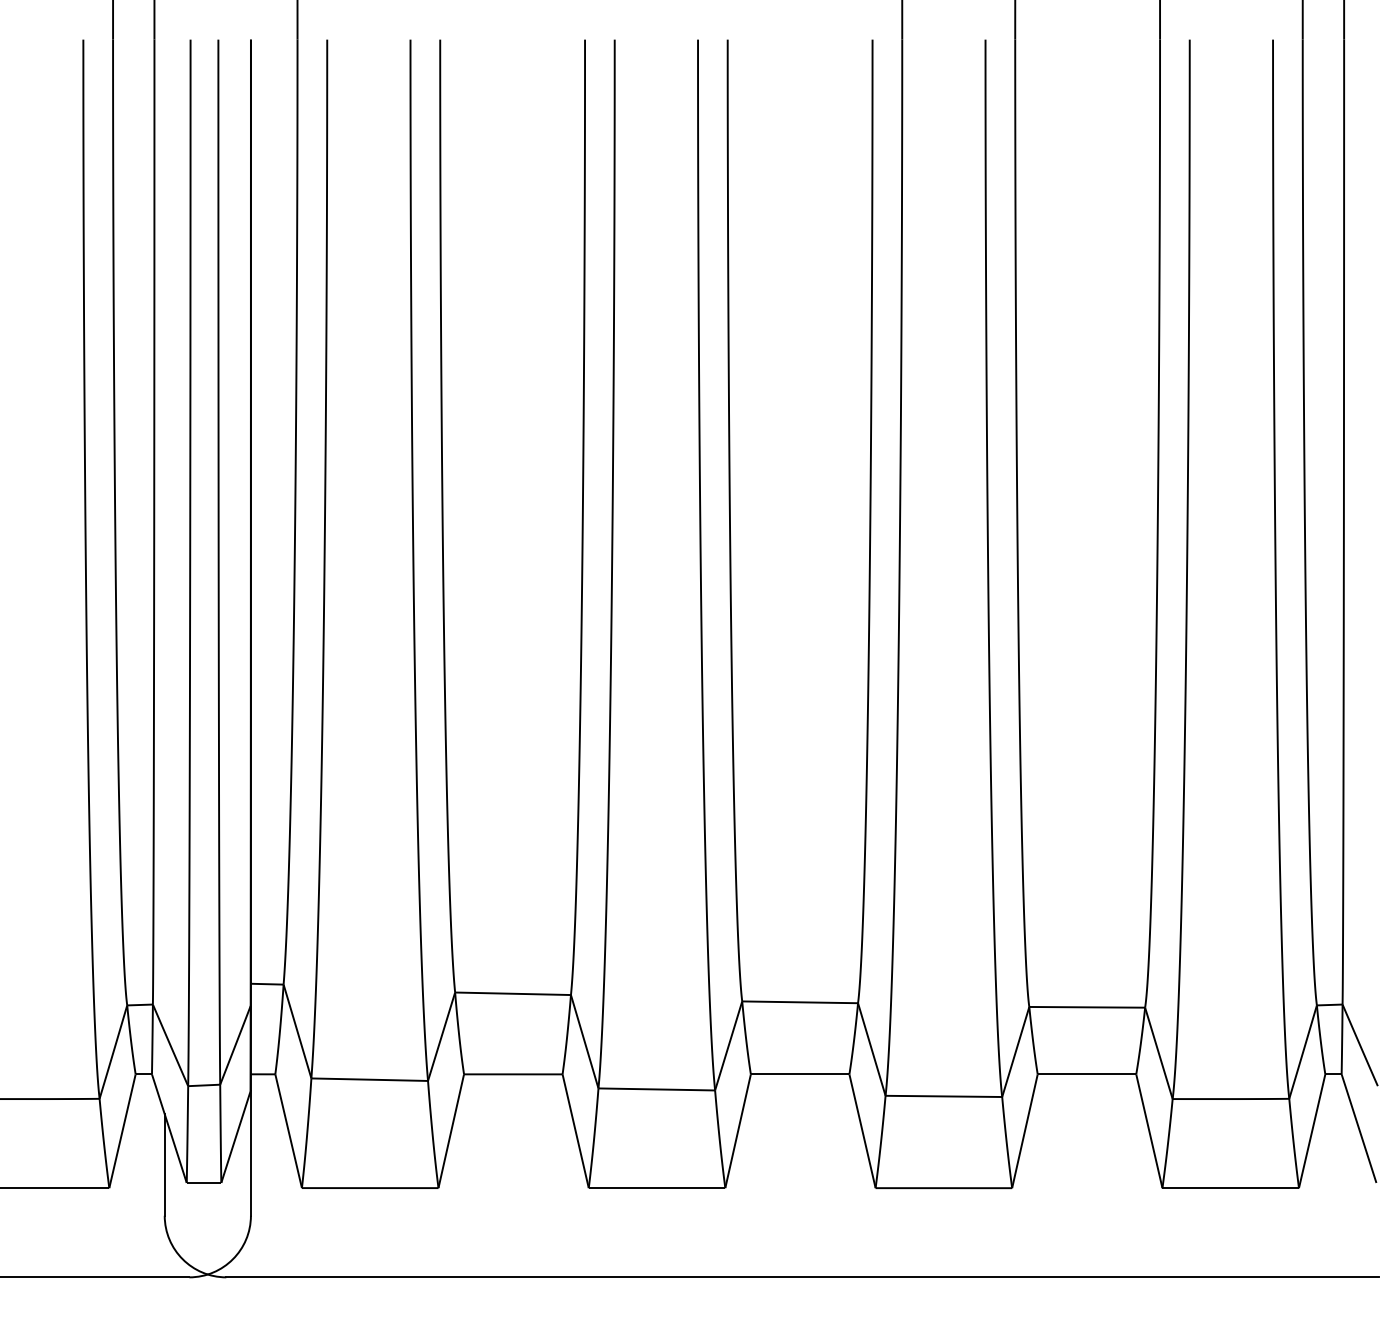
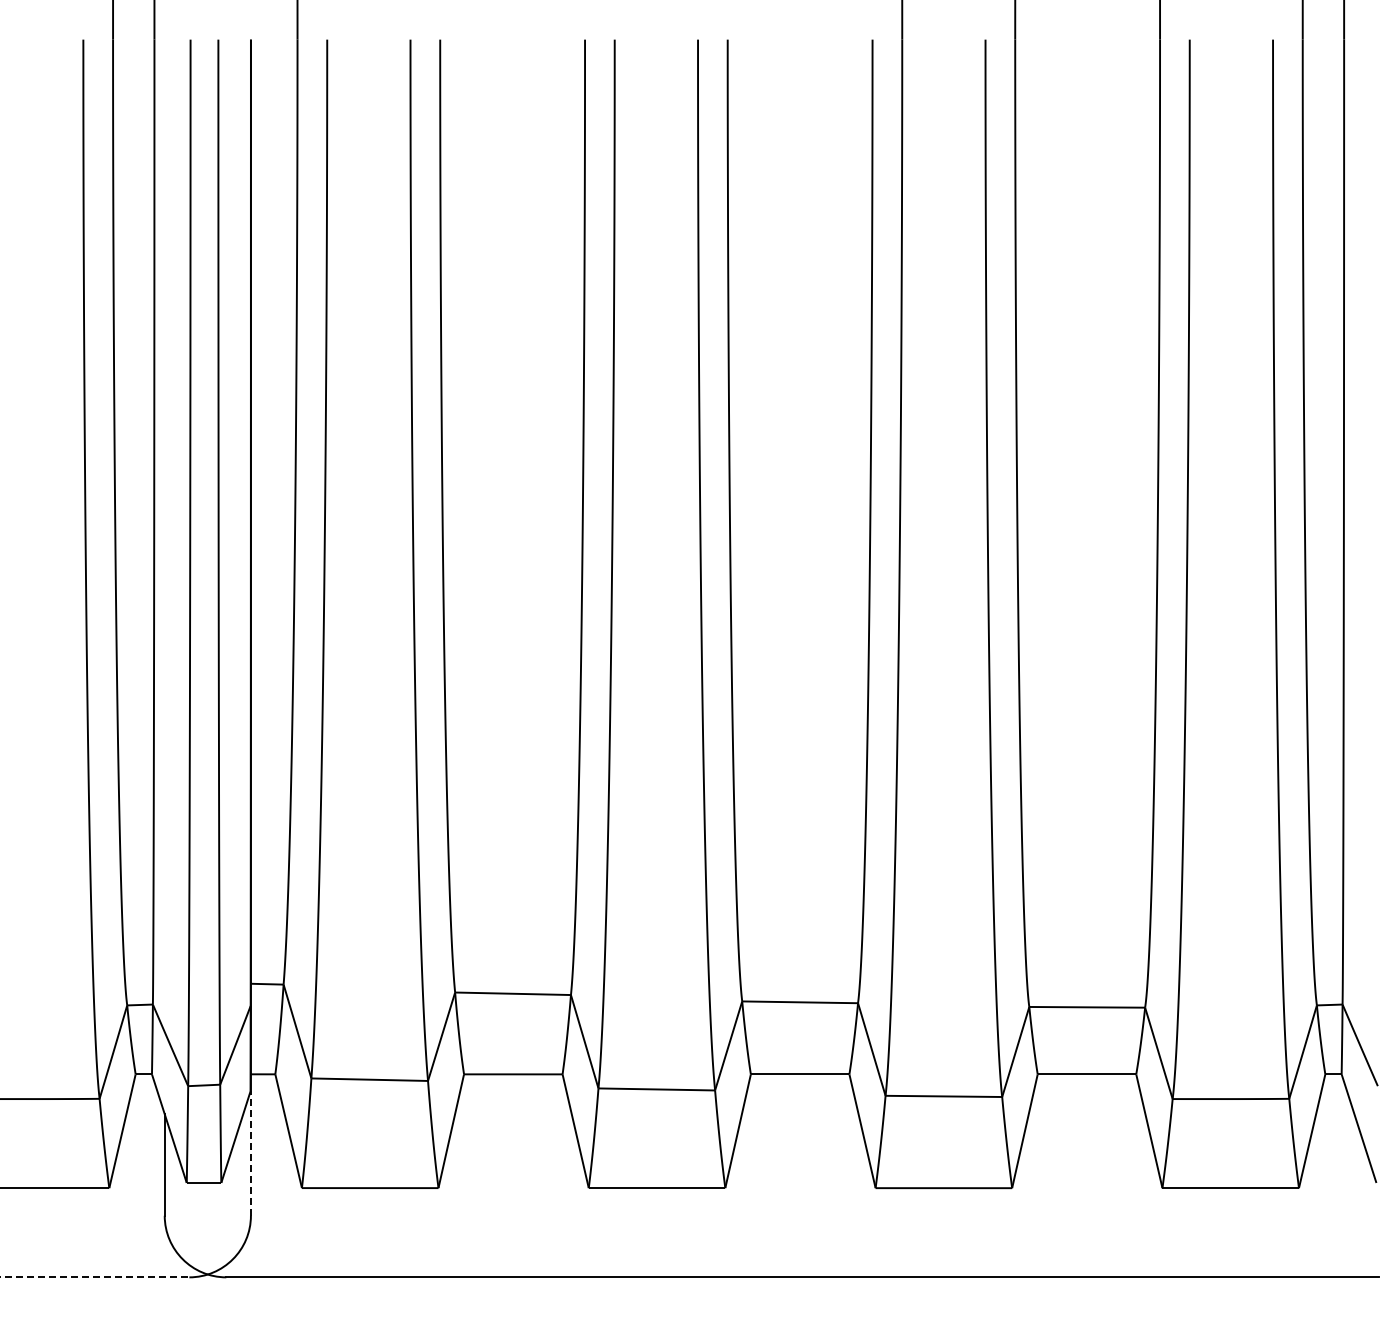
line at (250, 1153): solid -> dashed
line at (95, 1277): solid -> dashed
